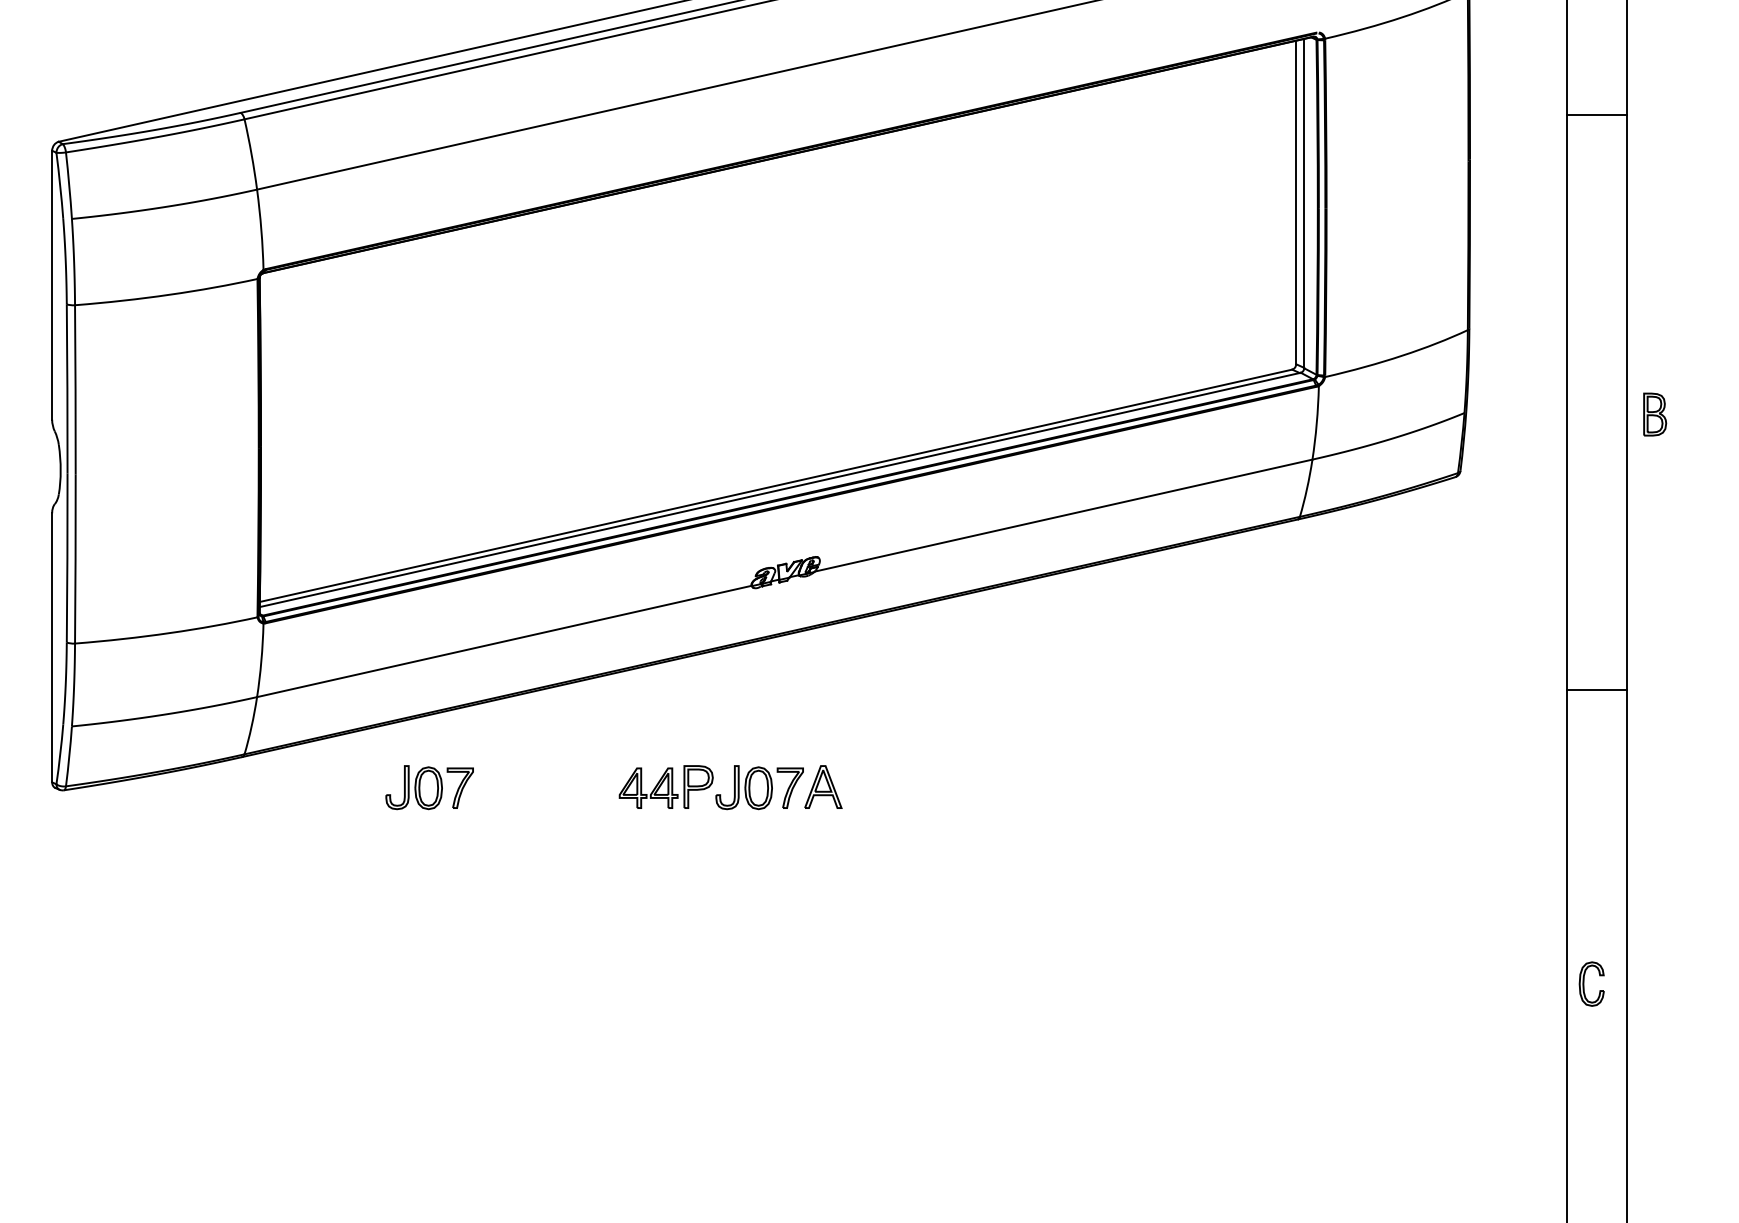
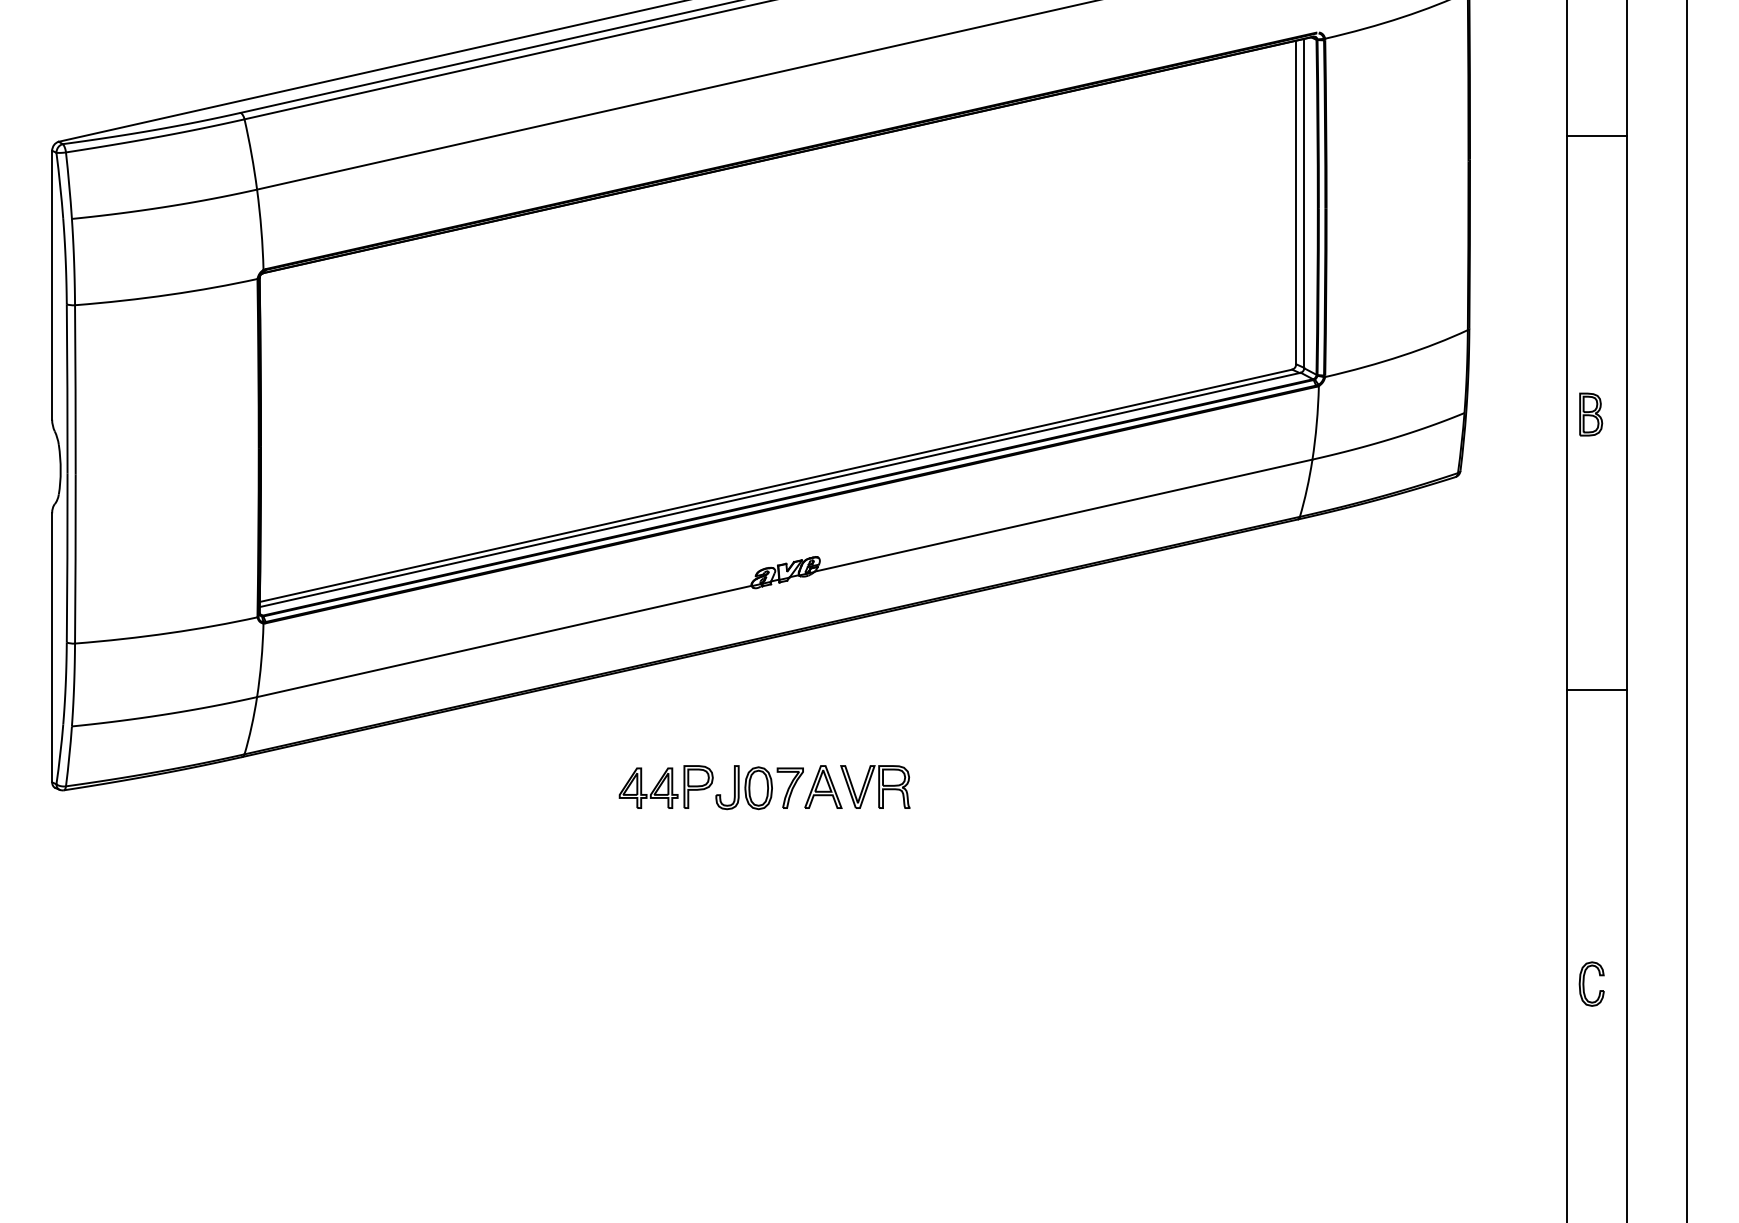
line at (1596, 114) position: (1596, 114) -> (1596, 135)
part at (1655, 414) position: (1655, 414) -> (1591, 414)
line at (1686, 610): none -> present
part at (875, 786): none -> present
part at (429, 787): present -> none
